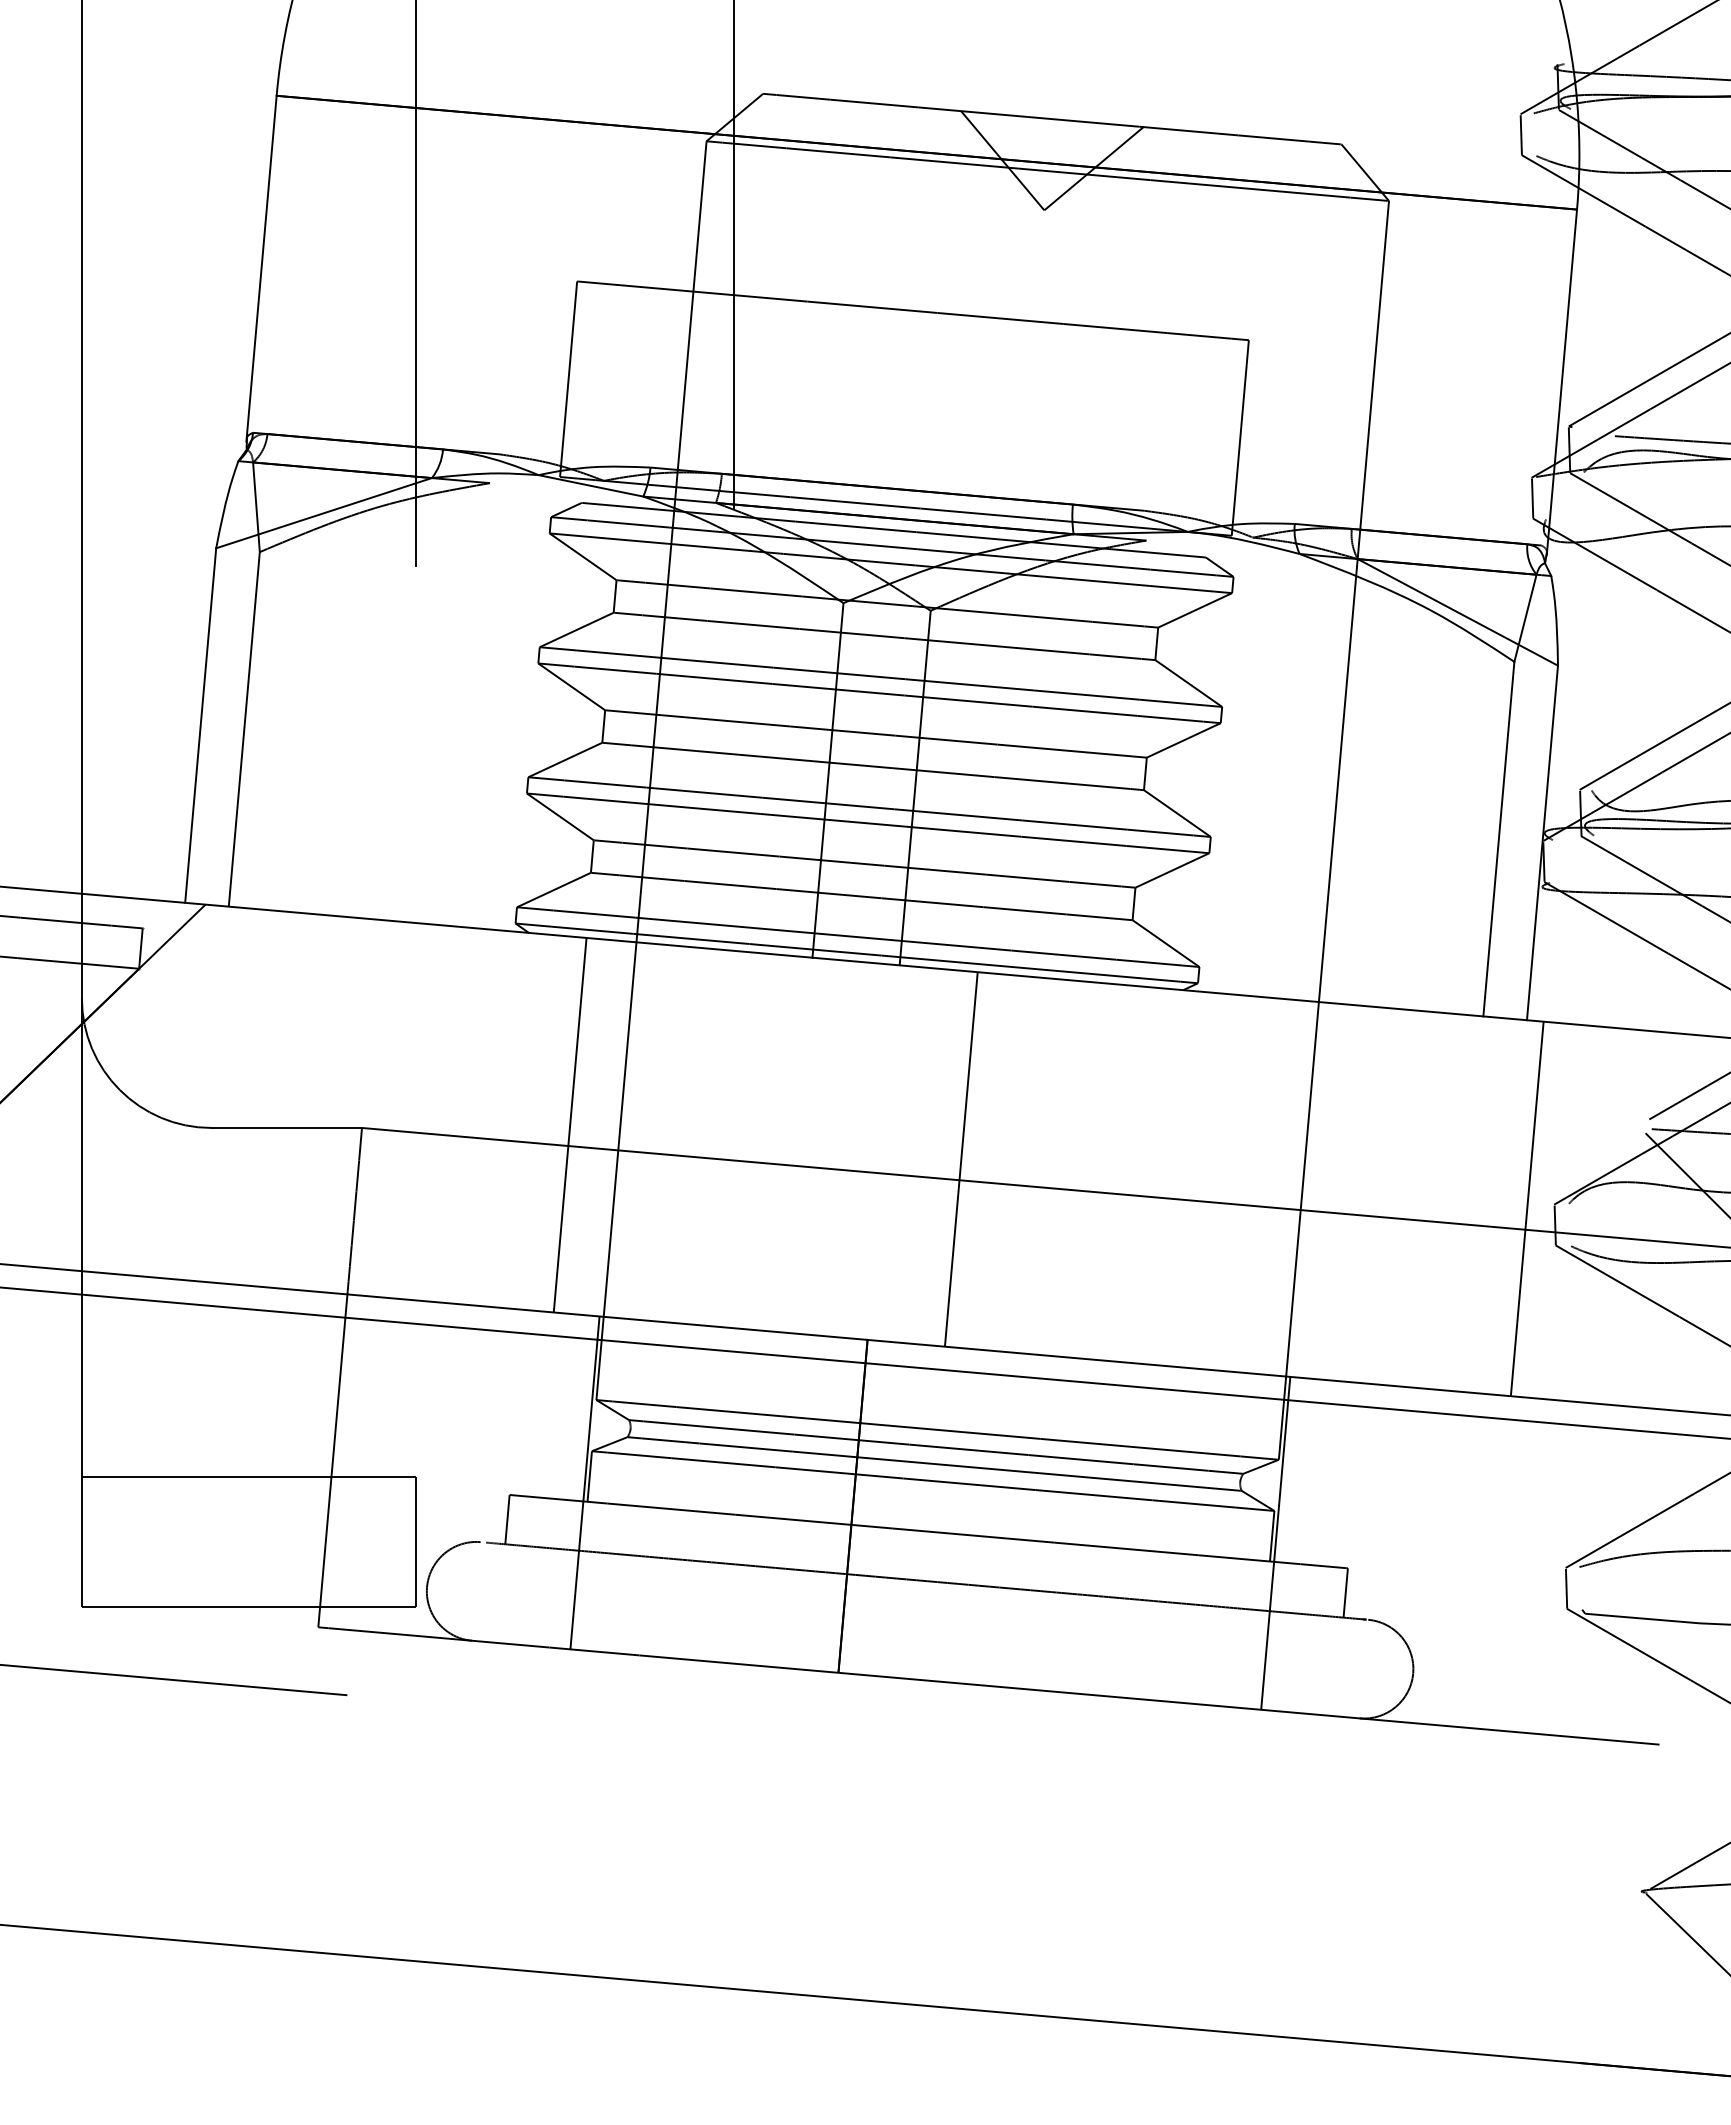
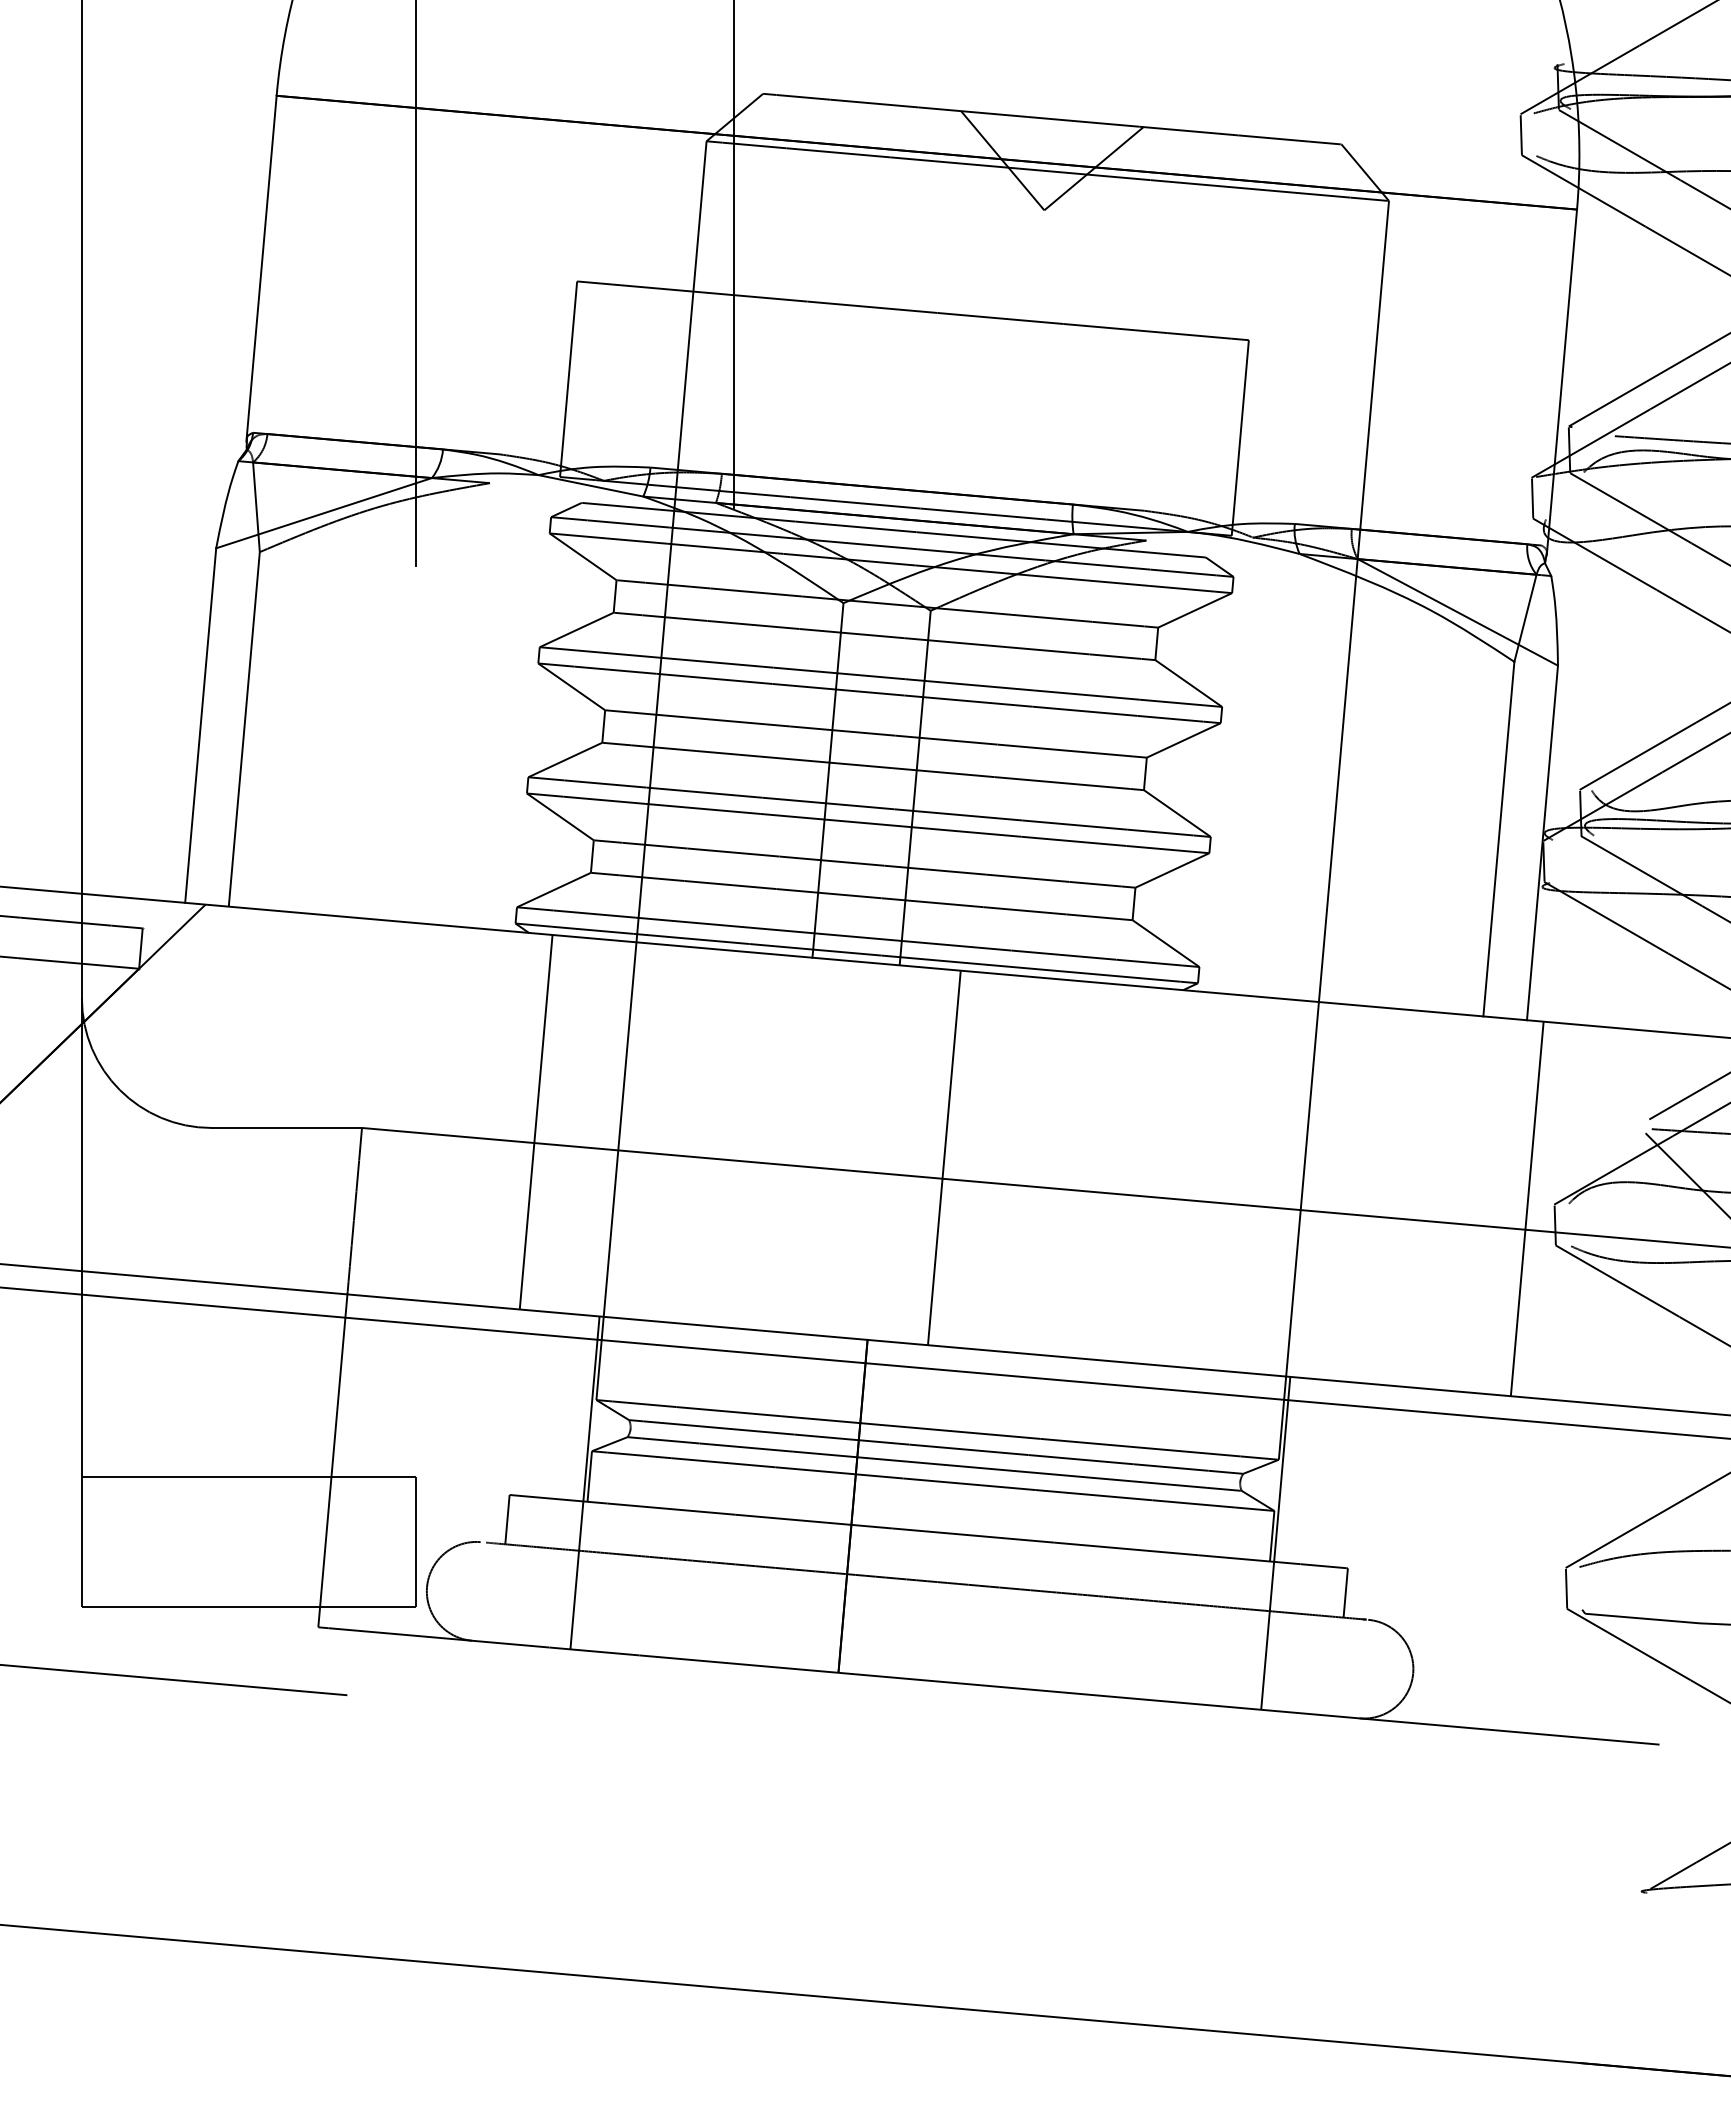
line at (569, 1124) position: (569, 1124) -> (535, 1121)
line at (960, 1159) position: (960, 1159) -> (943, 1158)
line at (1686, 1932): present -> none
